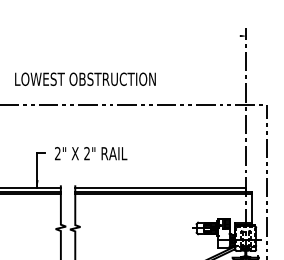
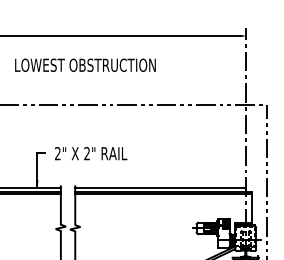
line at (120, 36): none -> present
text at (85, 78) position: (85, 78) -> (85, 64)
